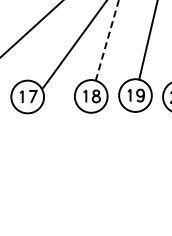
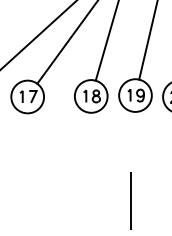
line at (31, 29) position: (31, 29) -> (38, 35)
line at (107, 40): dashed -> solid
line at (74, 44) position: (74, 44) -> (66, 42)
line at (130, 202): none -> present
